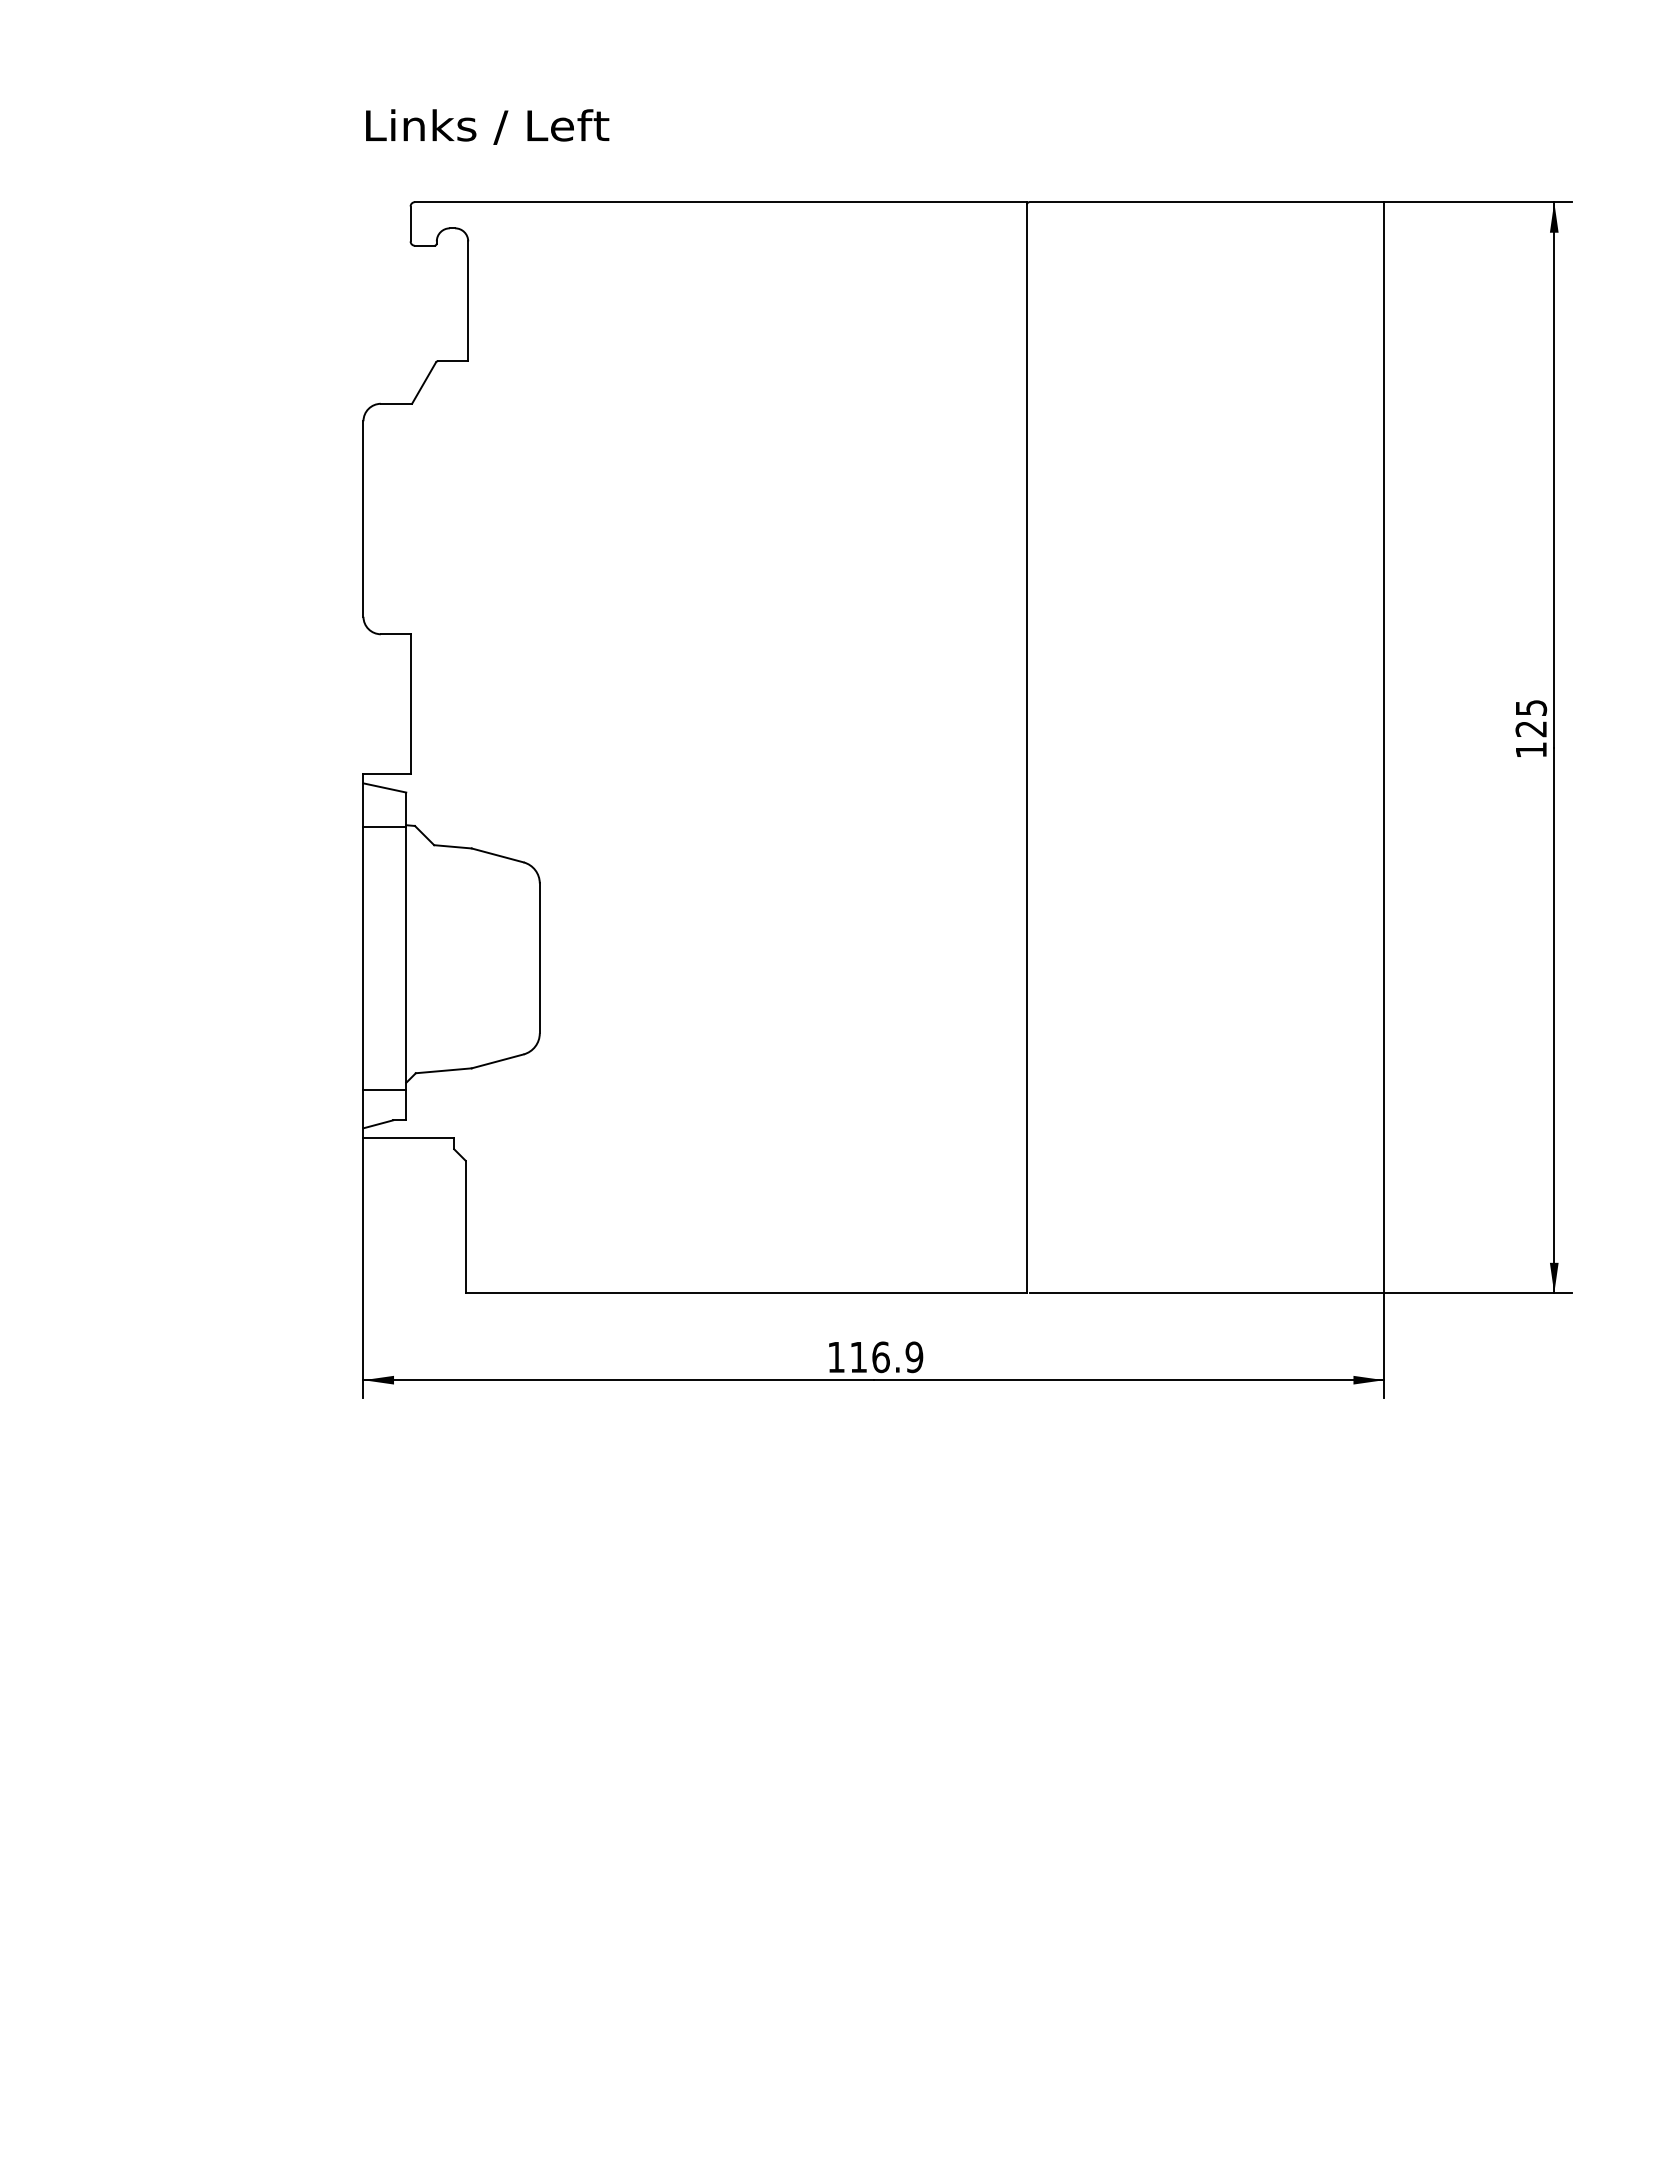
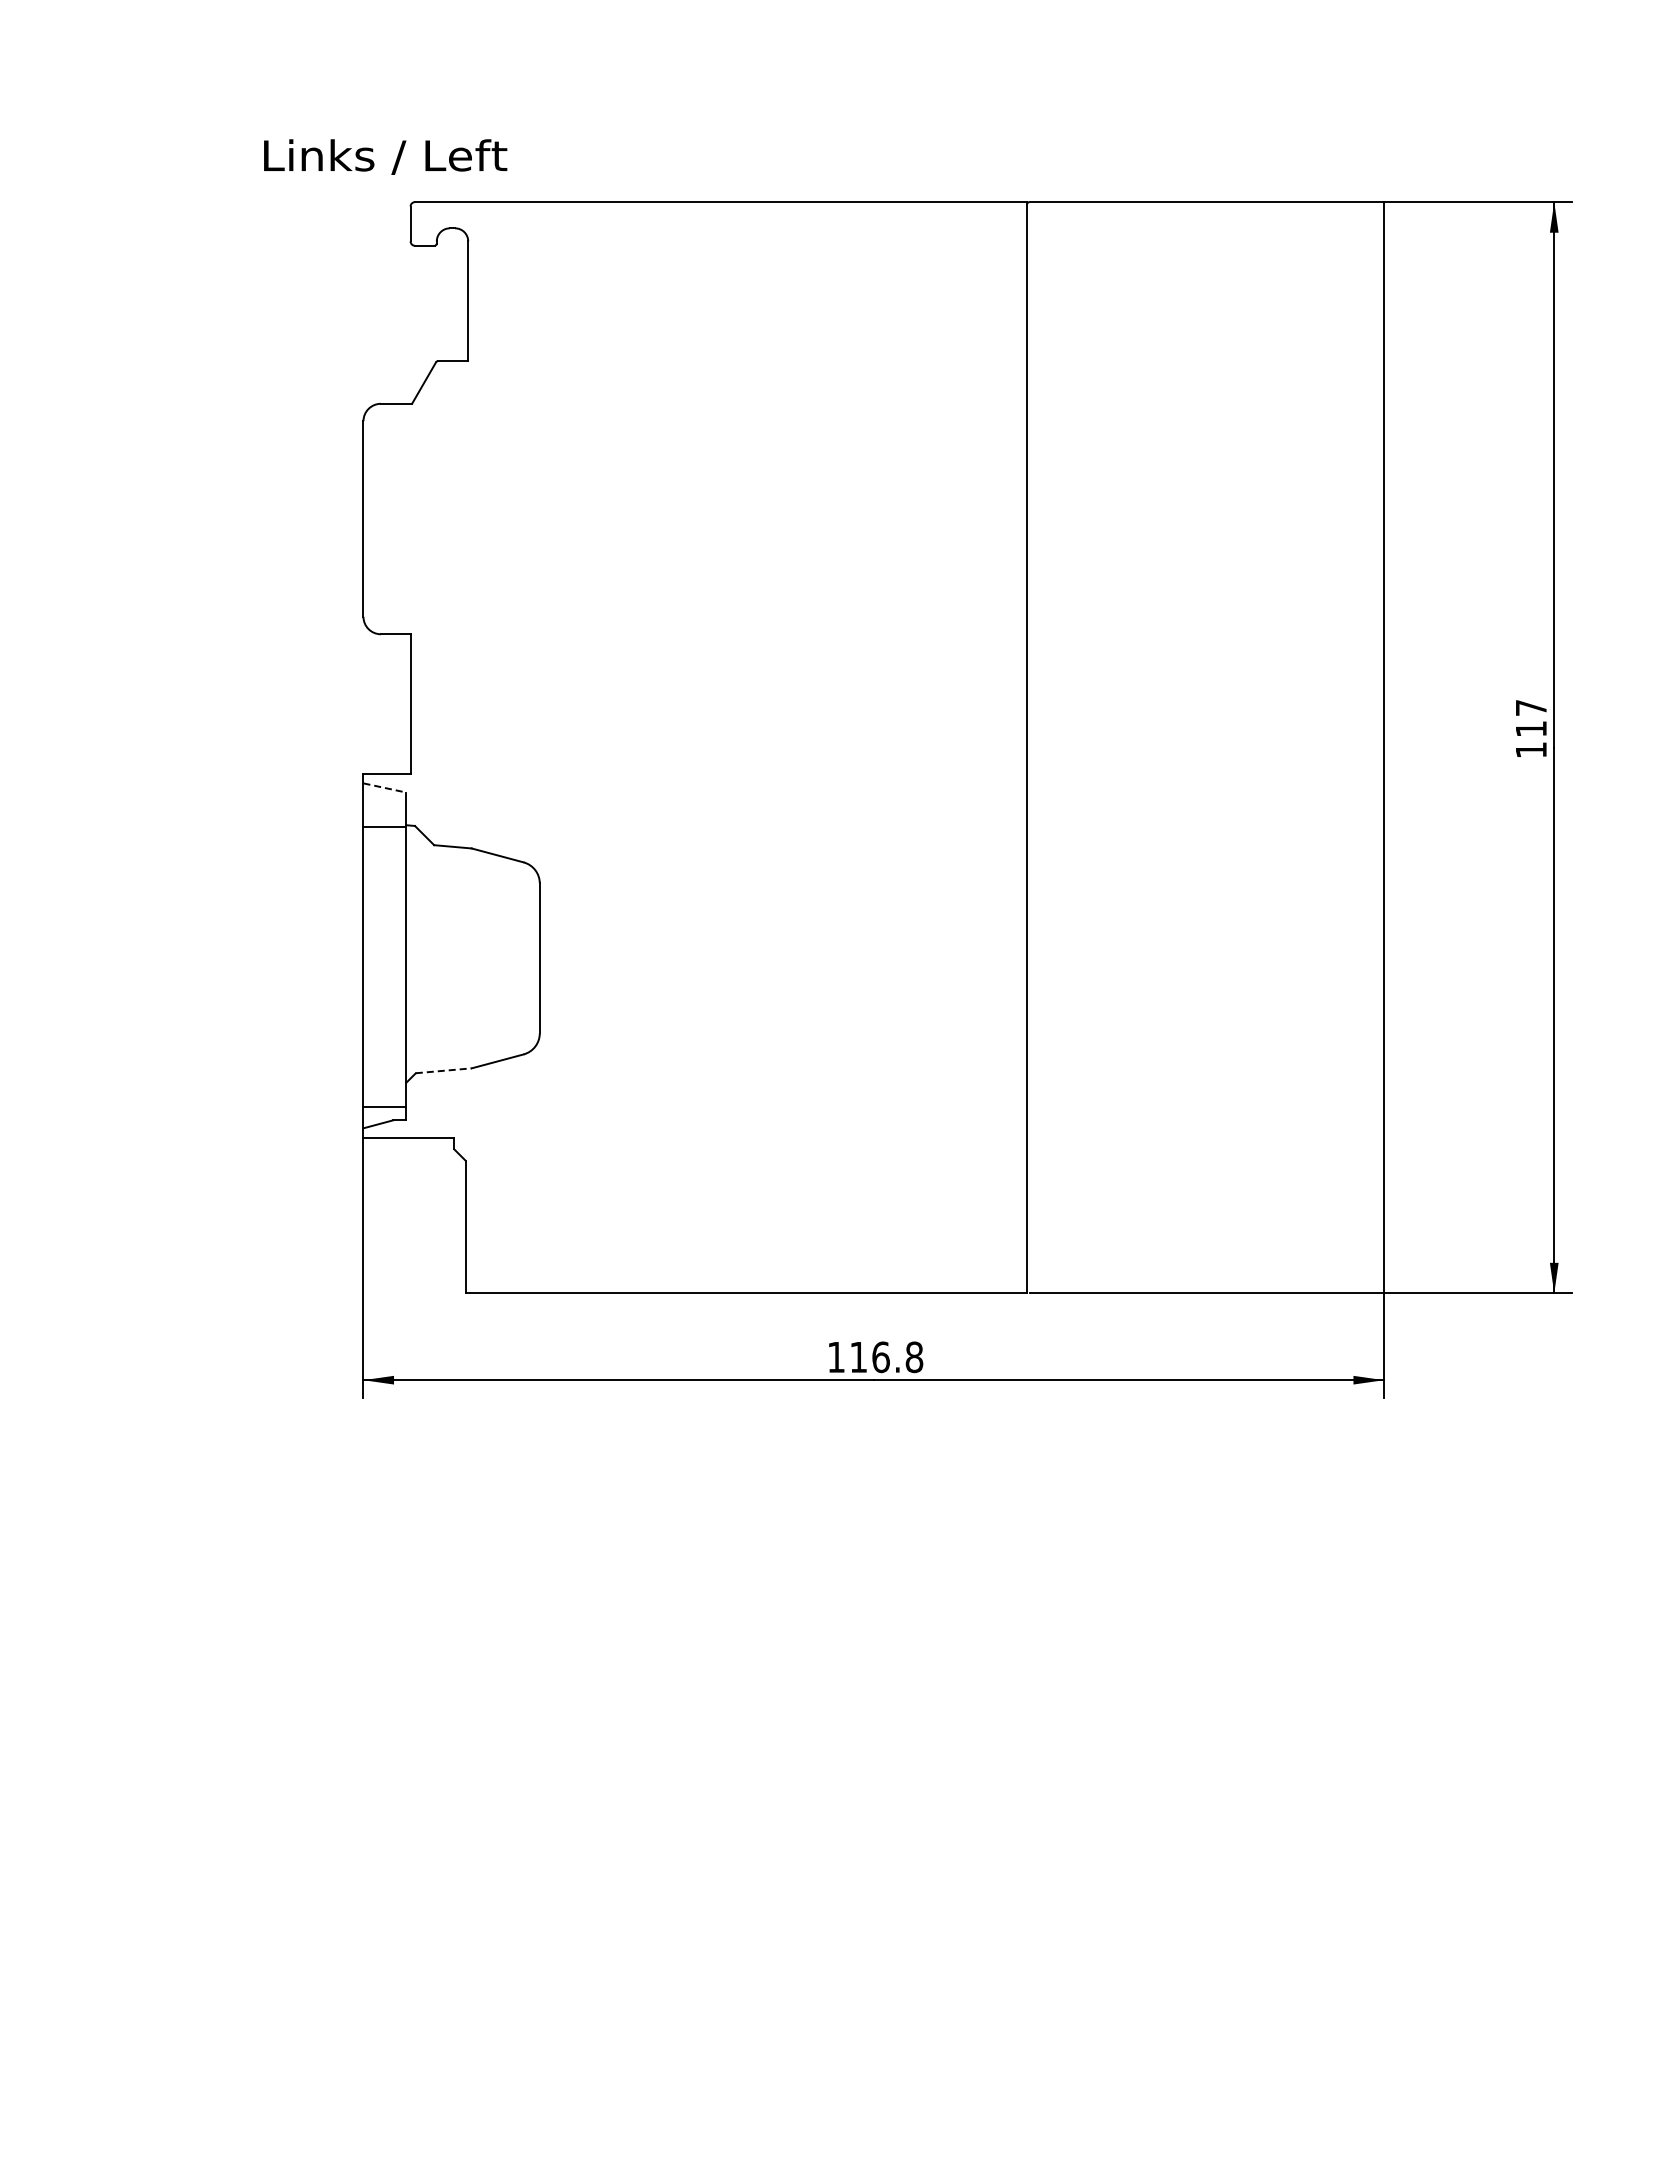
text at (487, 126) position: (487, 126) -> (385, 156)
text at (1531, 718): 125 -> 117
line at (384, 787): solid -> dashed
line at (444, 1070): solid -> dashed
line at (384, 1089) position: (384, 1089) -> (384, 1106)
text at (914, 1357): 116.9 -> 116.8
